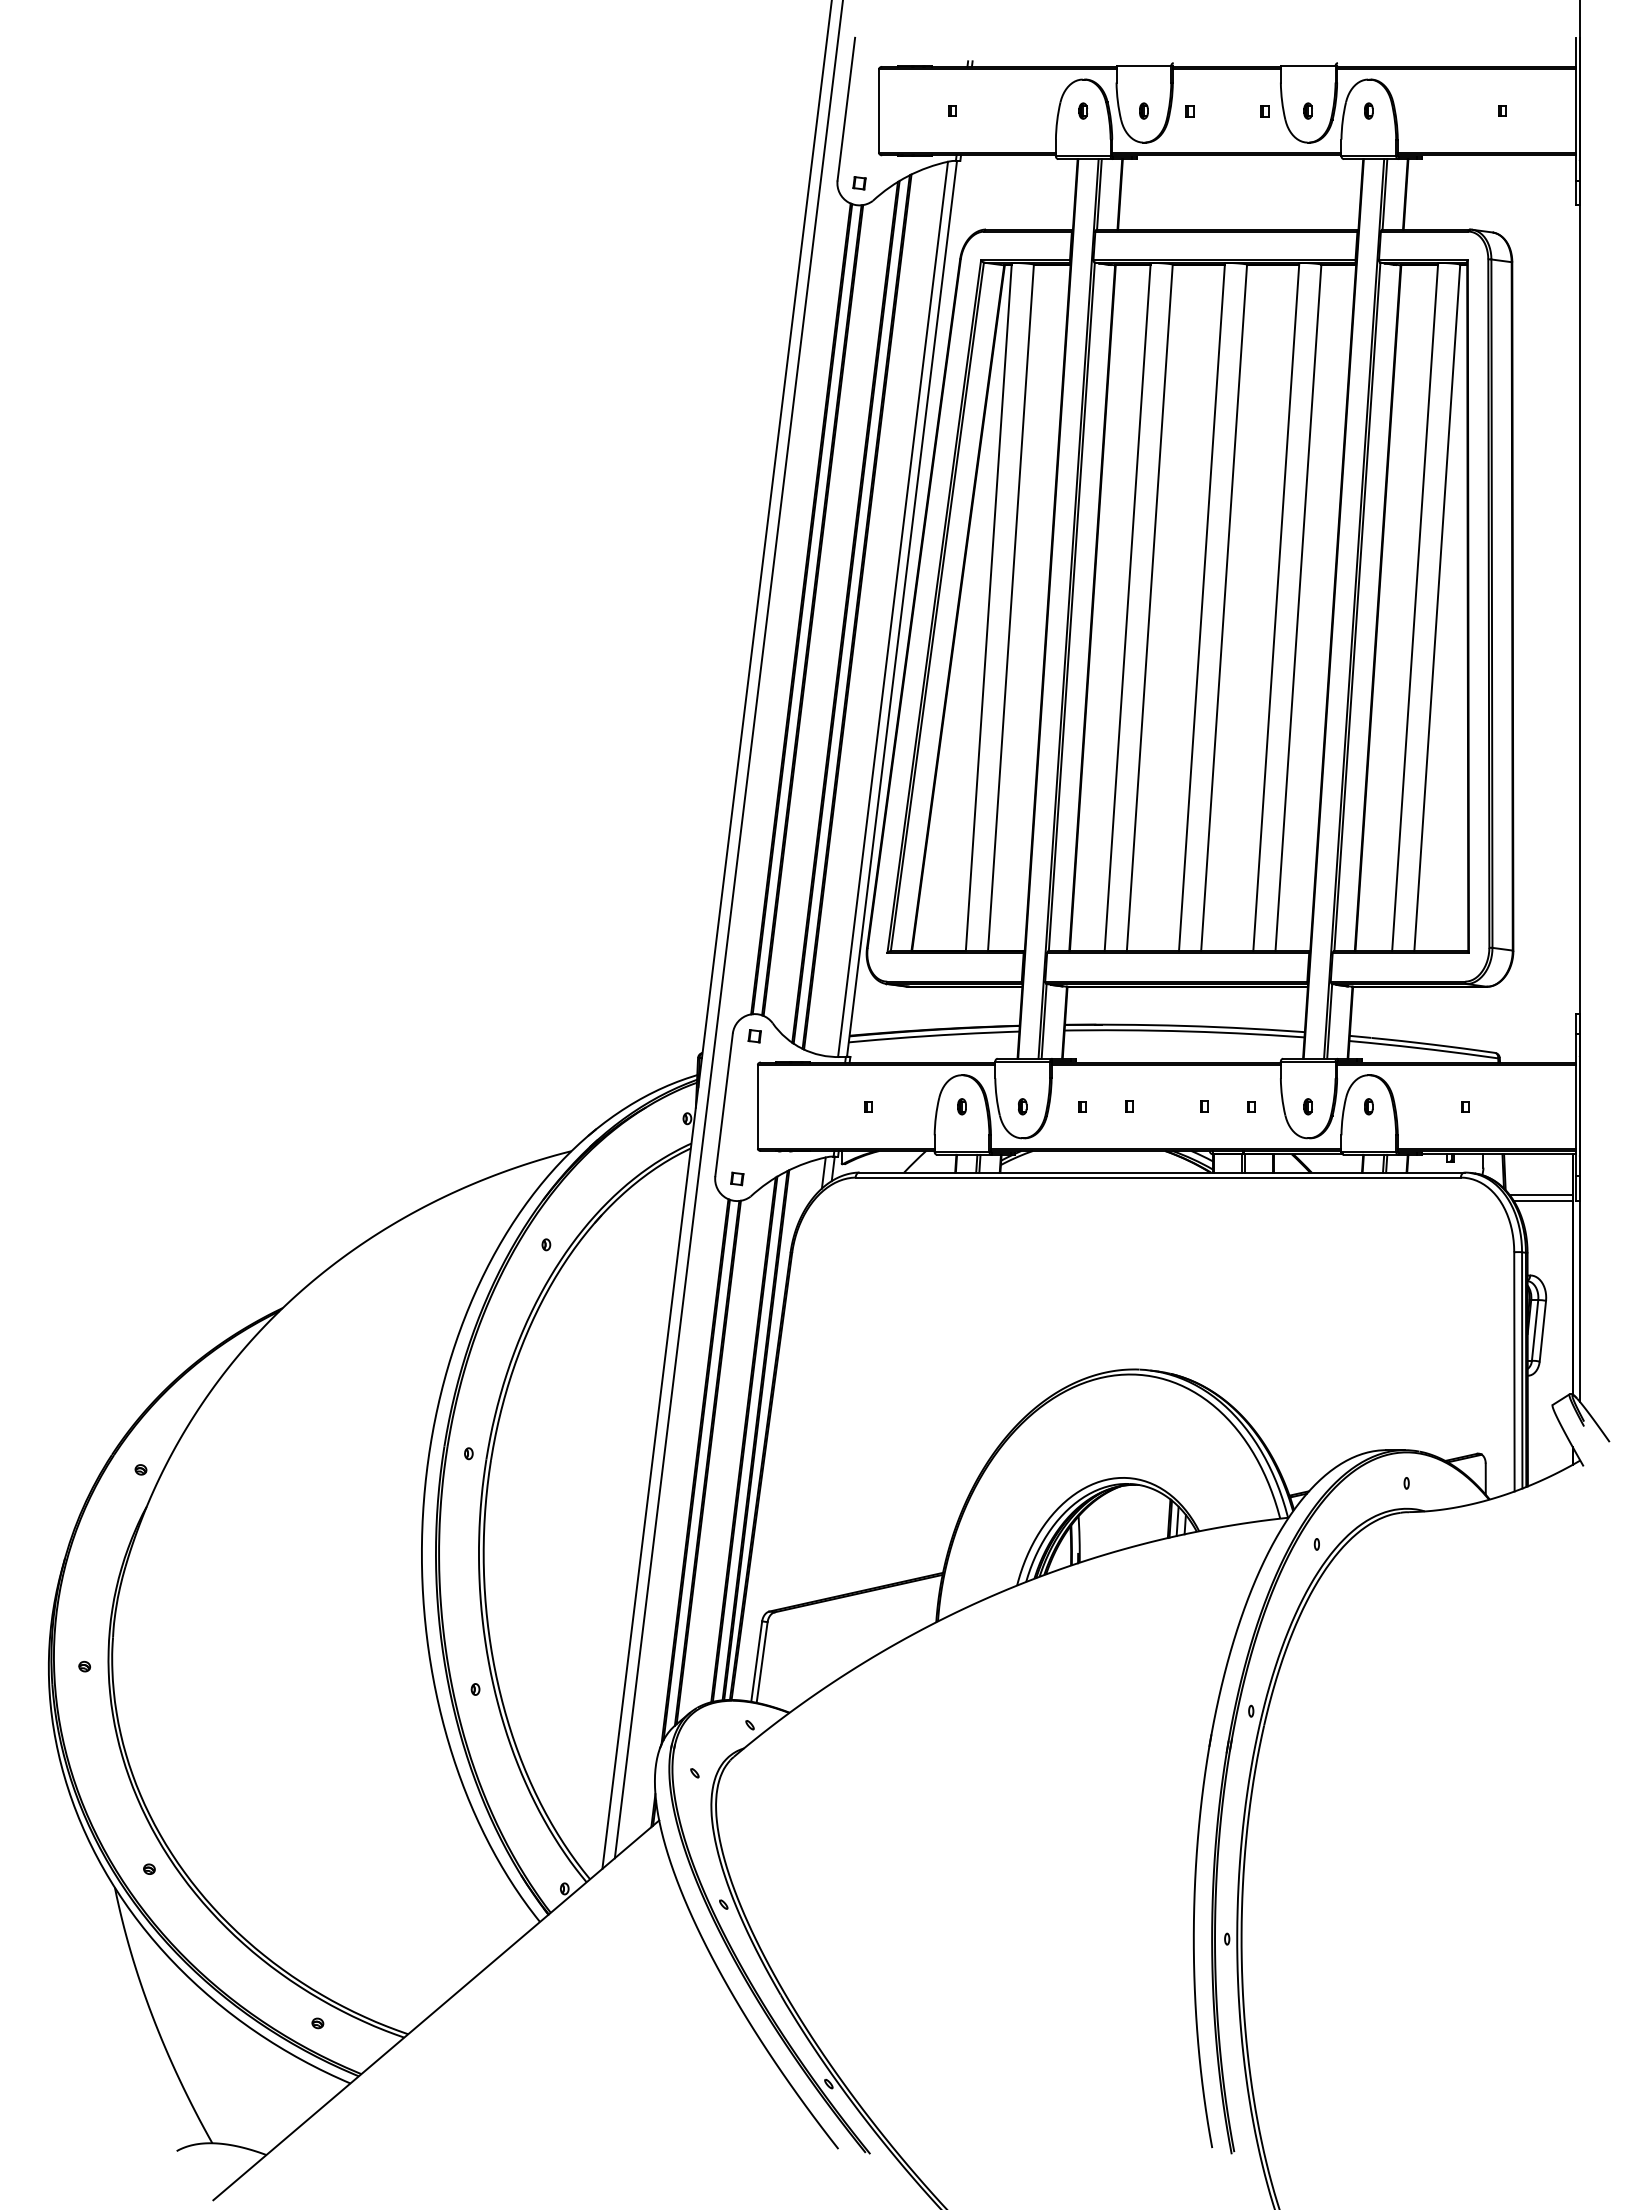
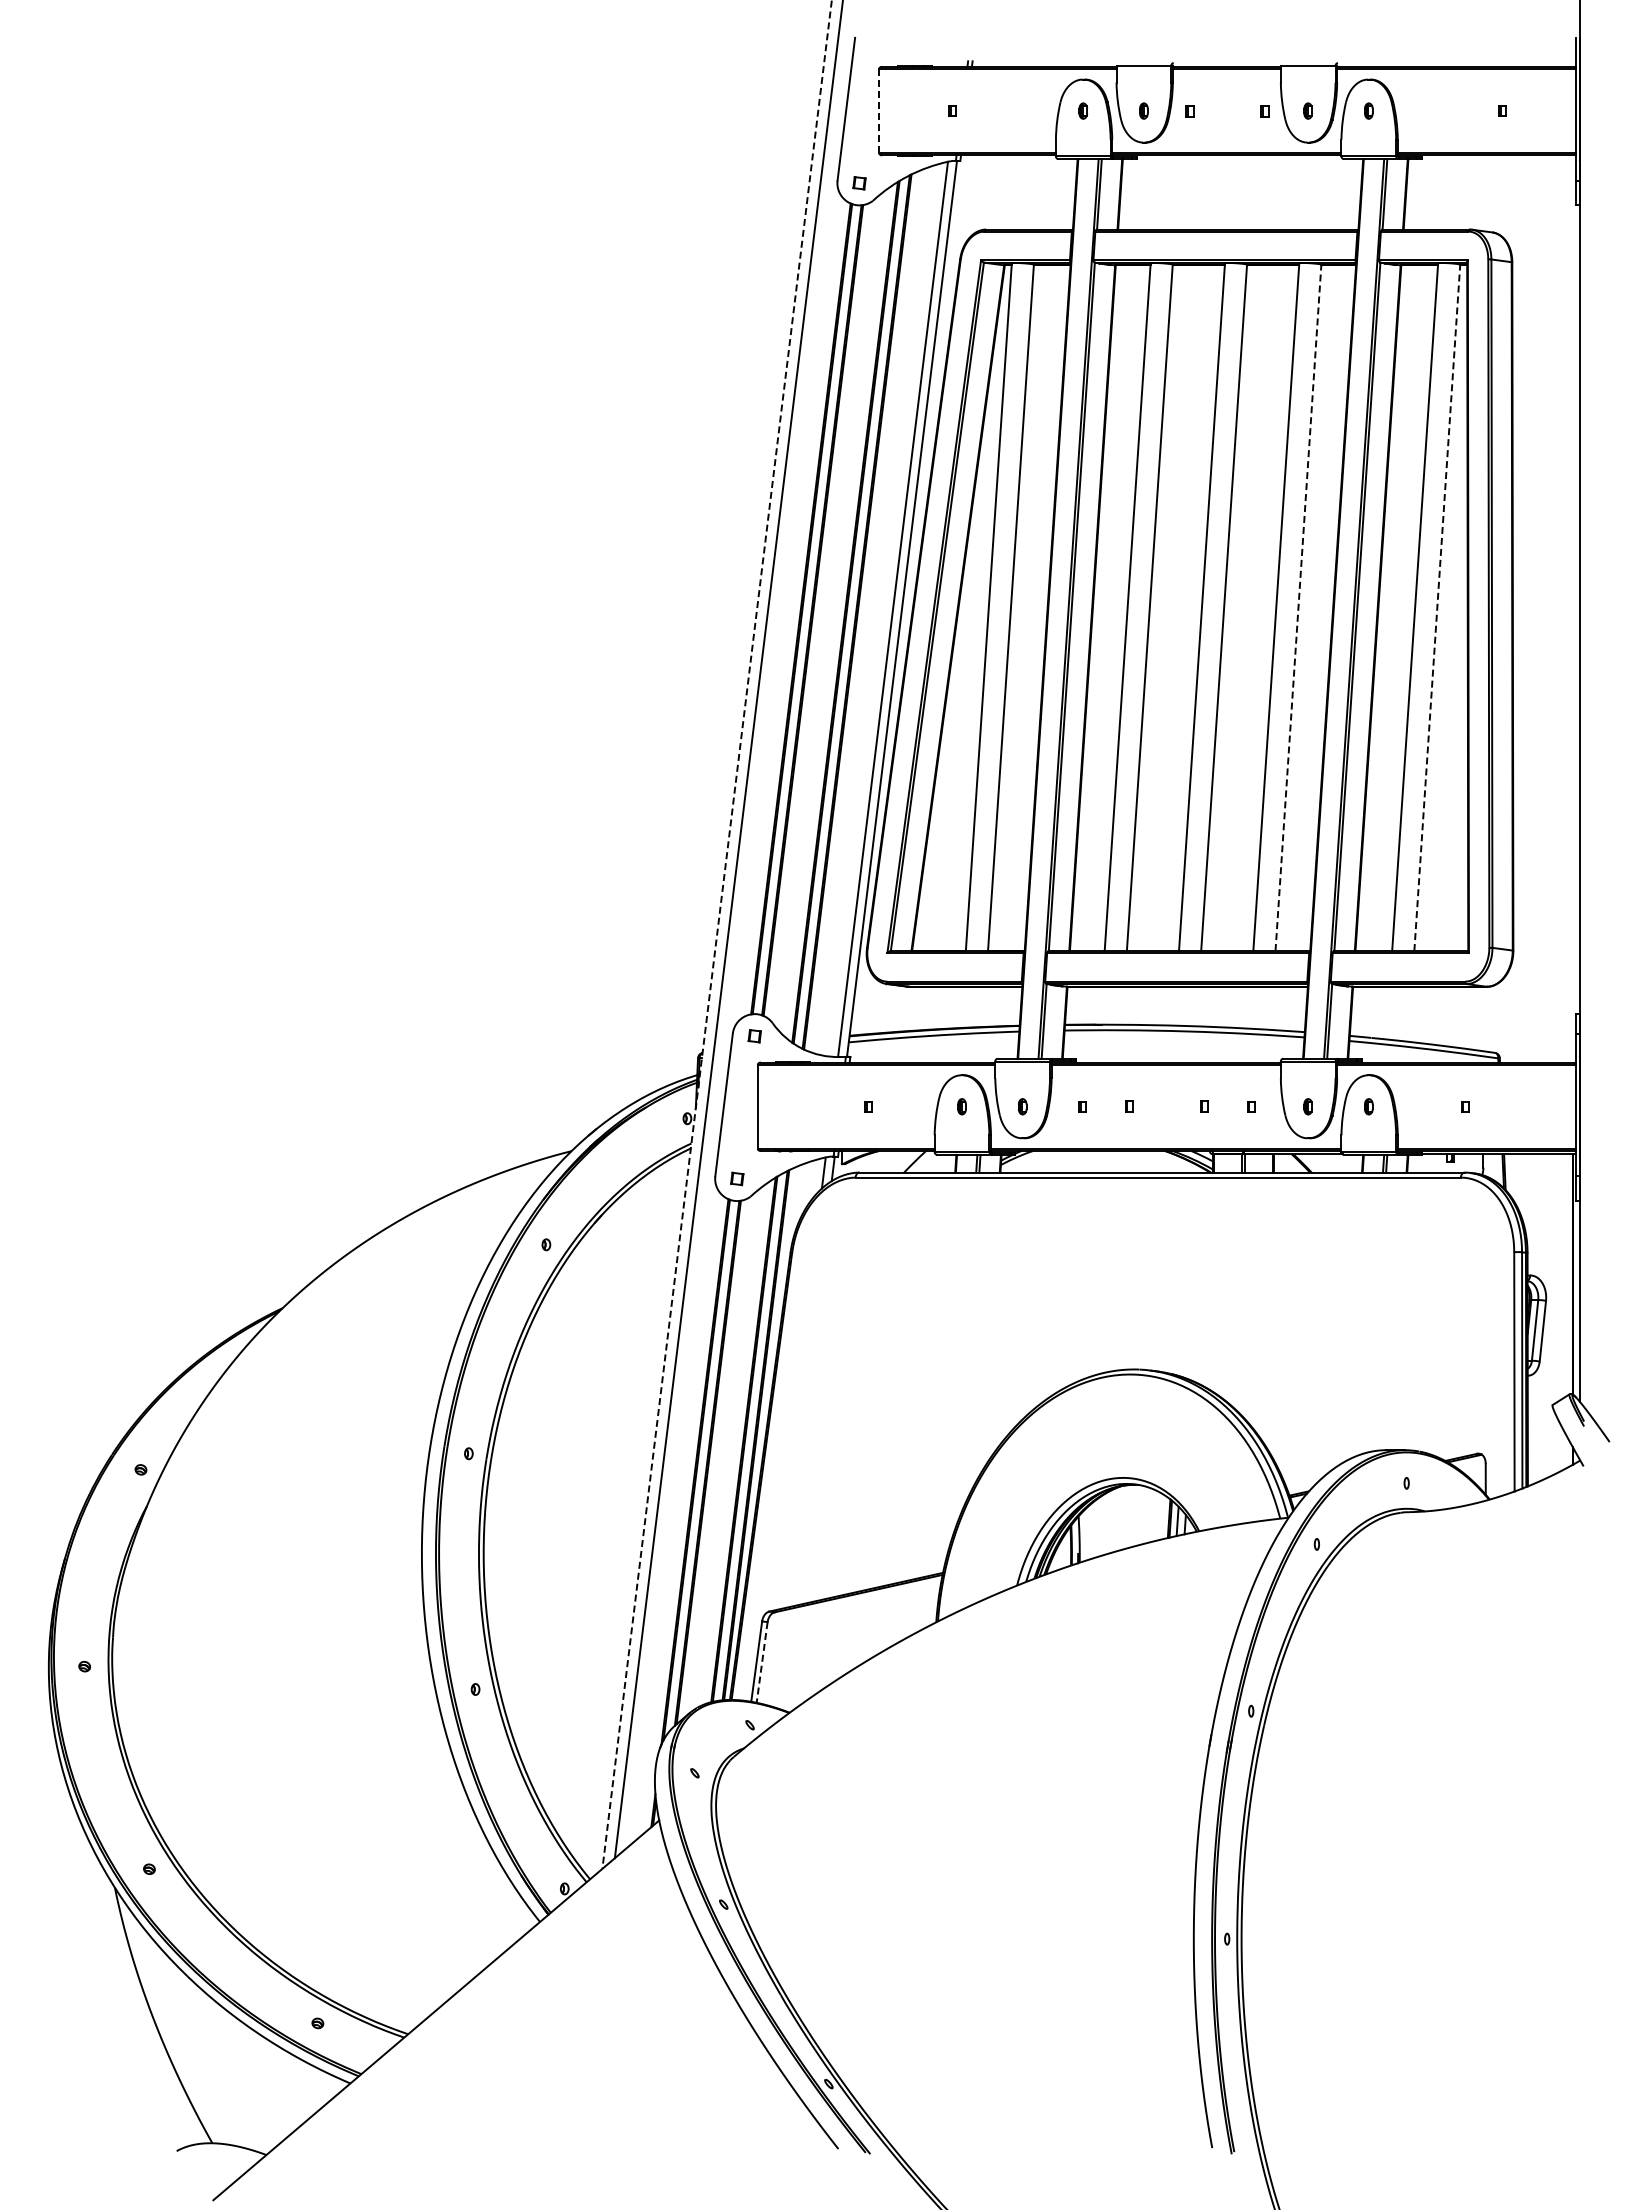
line at (879, 111): solid -> dashed
line at (1298, 607): solid -> dashed
line at (1437, 607): solid -> dashed
line at (717, 935): solid -> dashed
line at (1540, 1195): present -> none
line at (1542, 1200): present -> none
line at (762, 1662): solid -> dashed
